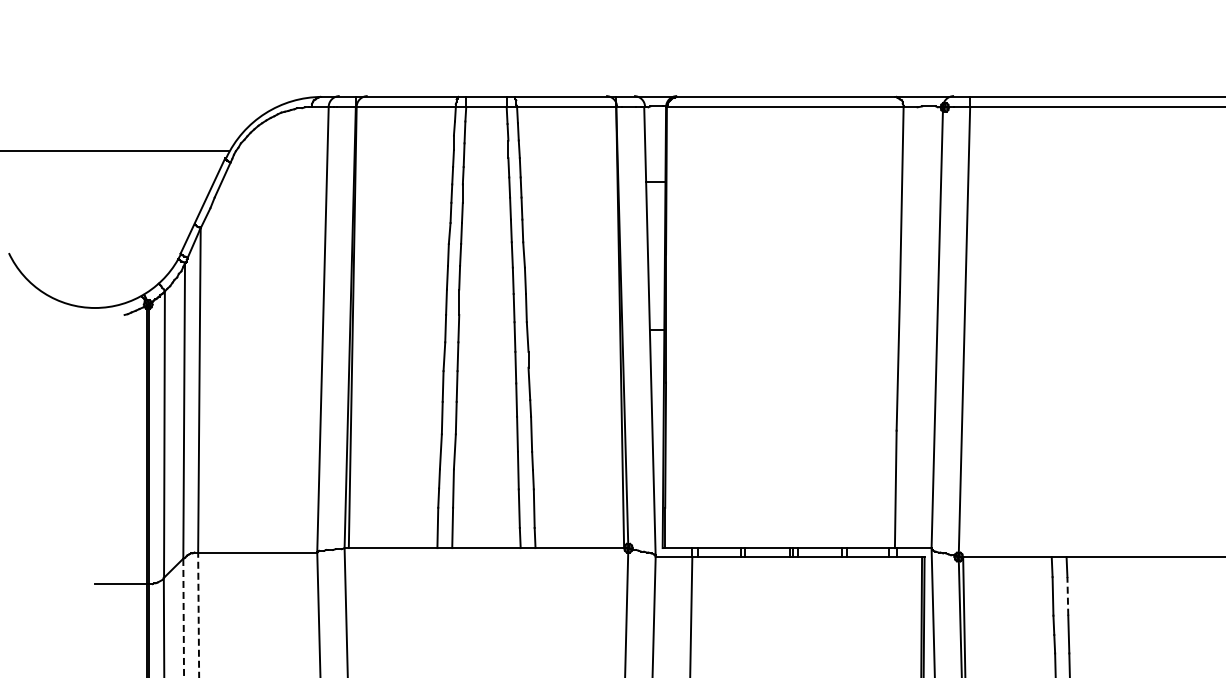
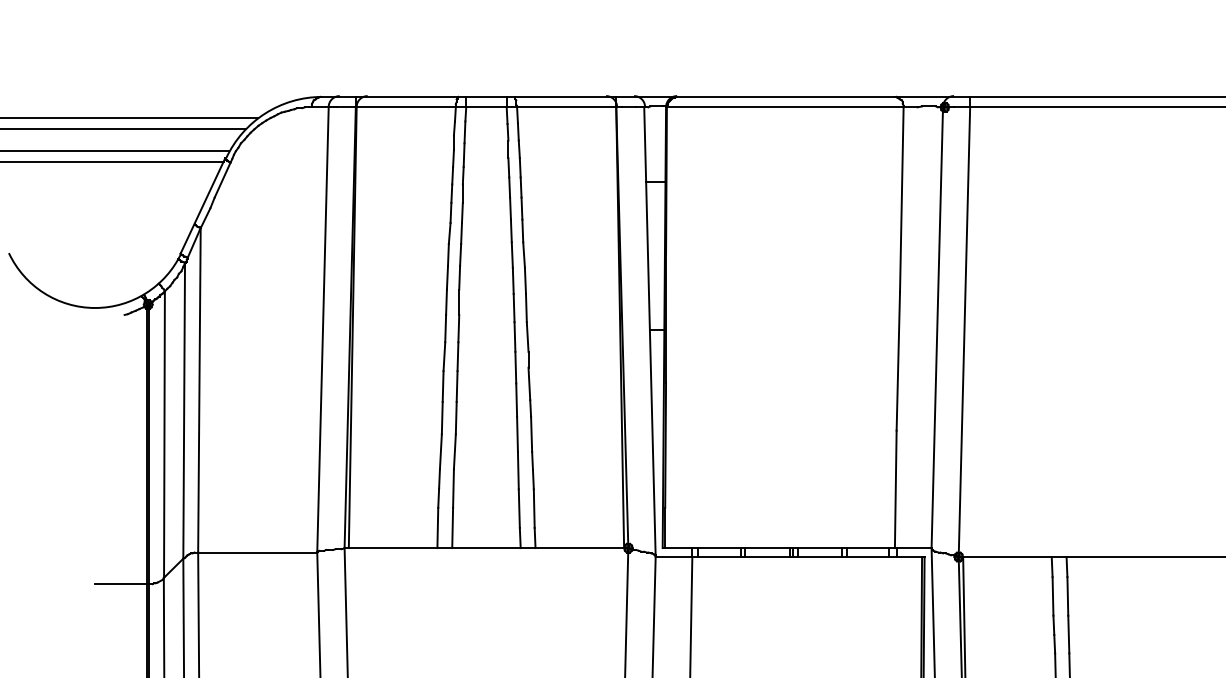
line at (129, 117): none -> present
line at (124, 128): none -> present
line at (112, 161): none -> present
line at (1067, 595): dashed -> solid
line at (198, 614): dashed -> solid
line at (183, 617): dashed -> solid
